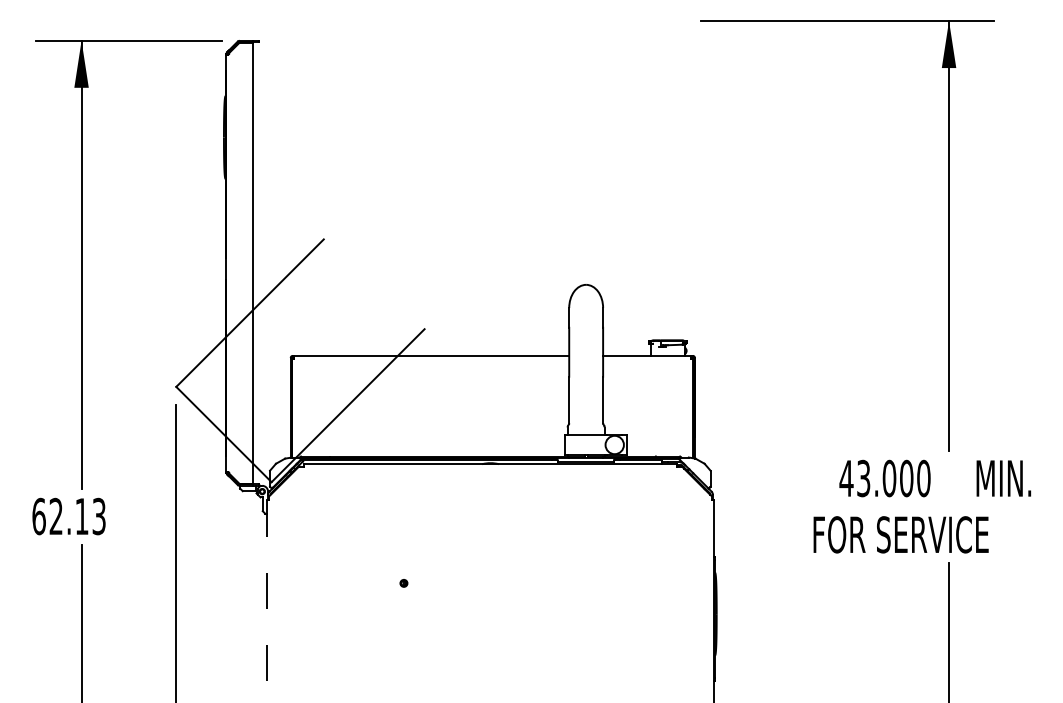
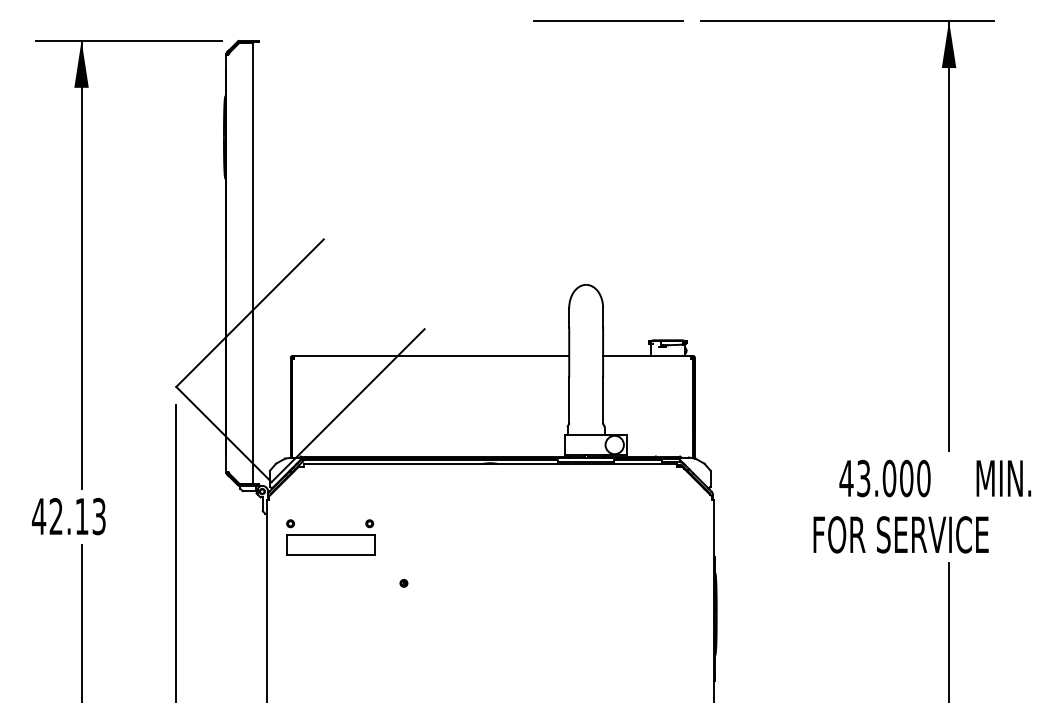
line at (608, 21): none -> present
text at (38, 516): 62.13 -> 42.13
part at (330, 537): none -> present
line at (266, 601): dashed -> solid
